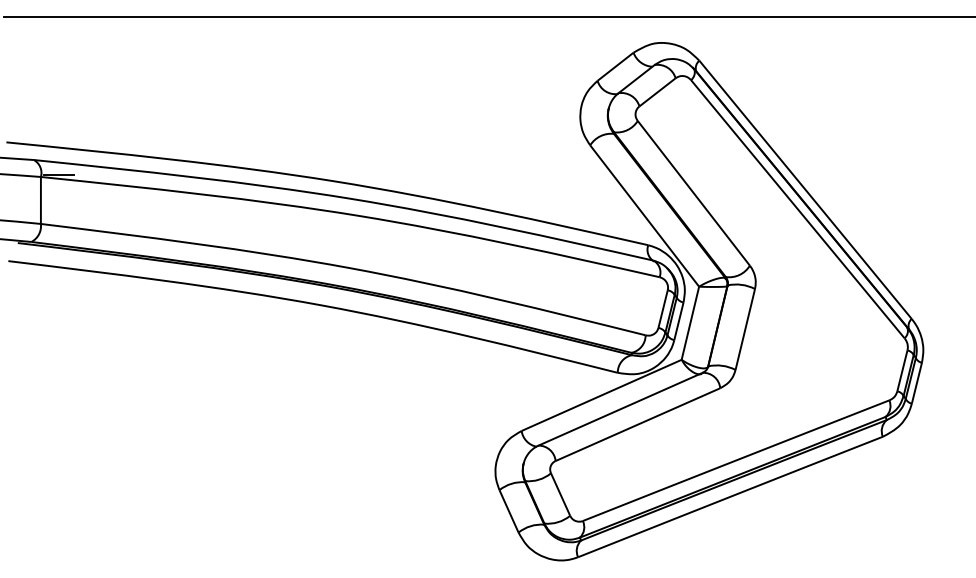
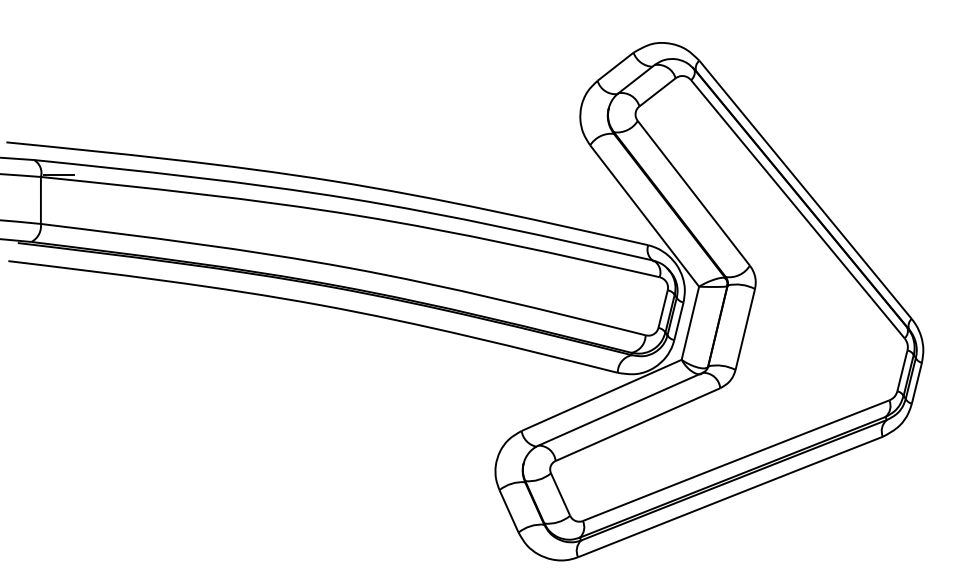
line at (488, 17): present -> none
